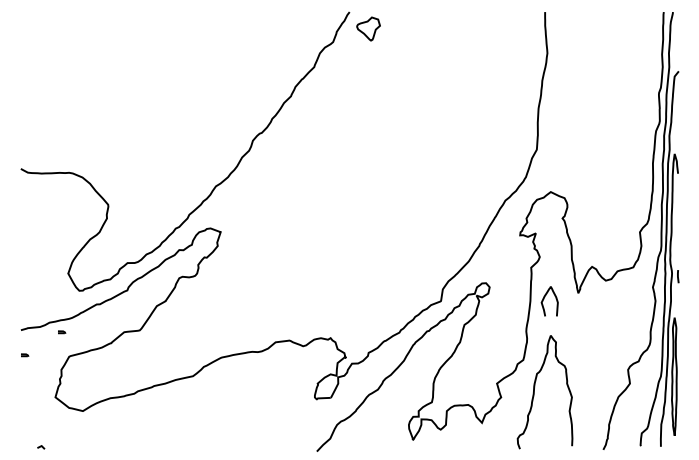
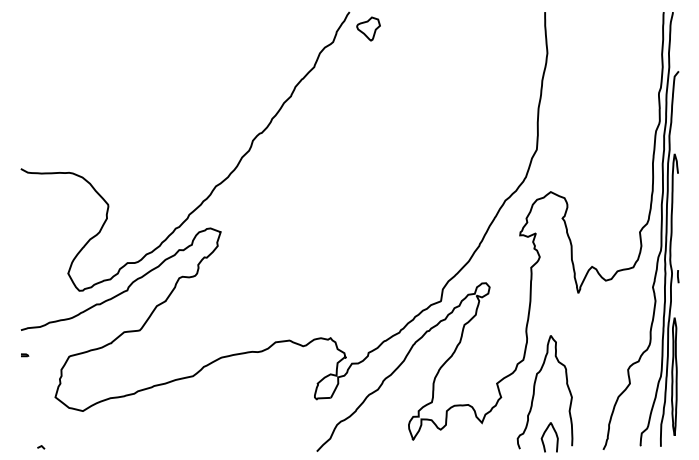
curve at (544, 299) position: (544, 299) -> (544, 435)
part at (62, 332): present -> none
